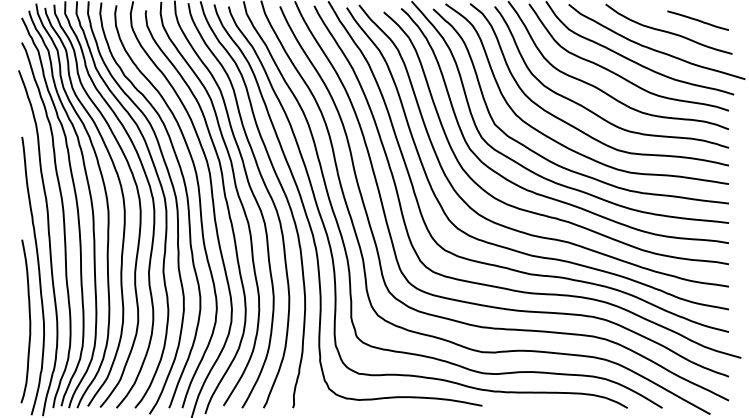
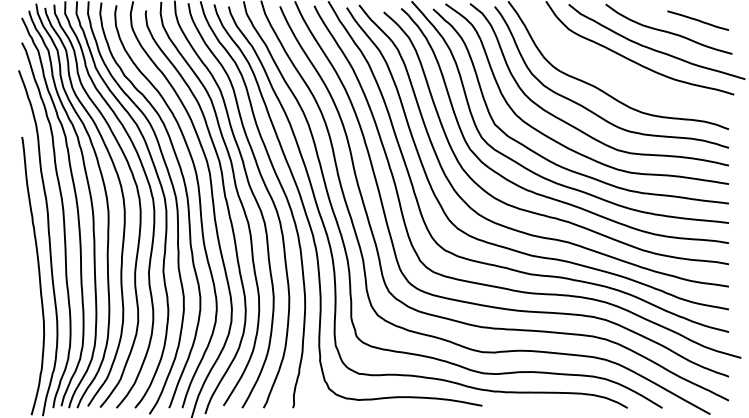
curve at (617, 73): present -> none
curve at (29, 321): present -> none
